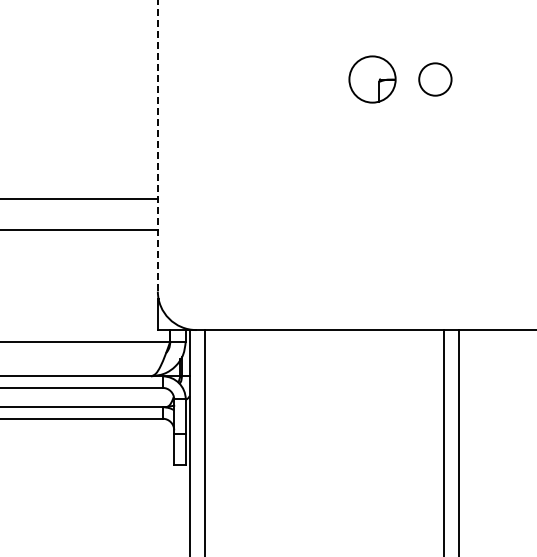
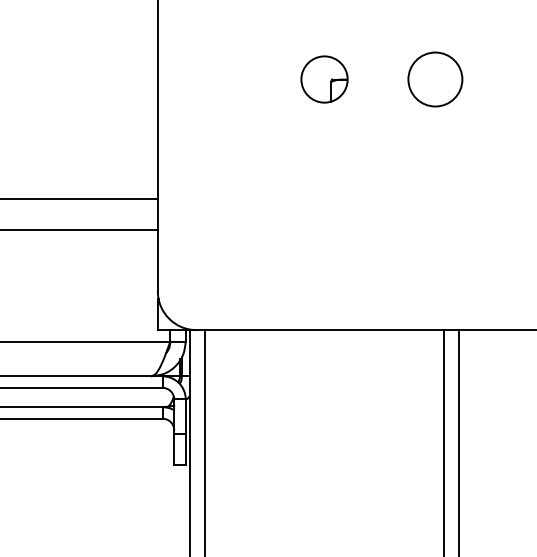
part at (372, 79) position: (372, 79) -> (324, 79)
circle at (435, 79) diameter: 32 px -> 54 px
line at (157, 146): dashed -> solid
